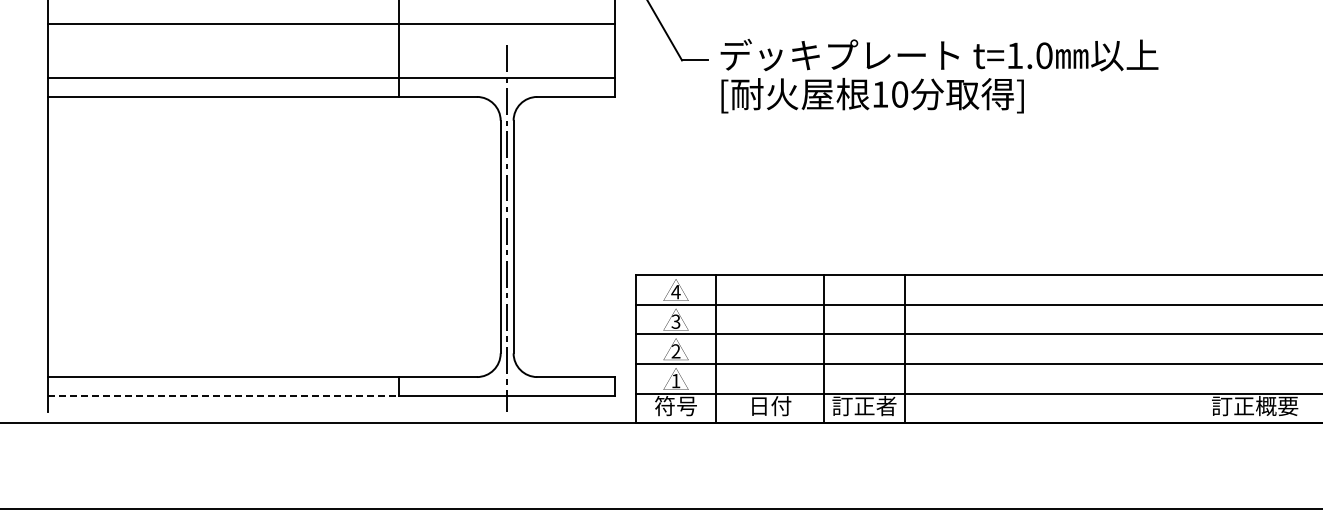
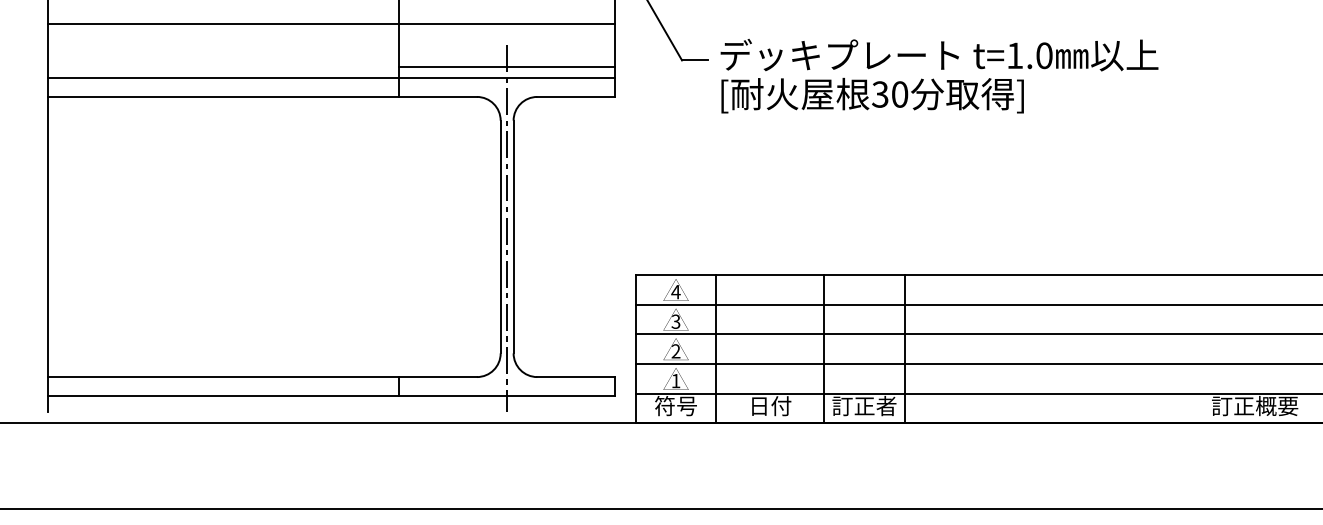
line at (506, 66): none -> present
text at (880, 94): 10 -> 30
line at (223, 396): dashed -> solid
